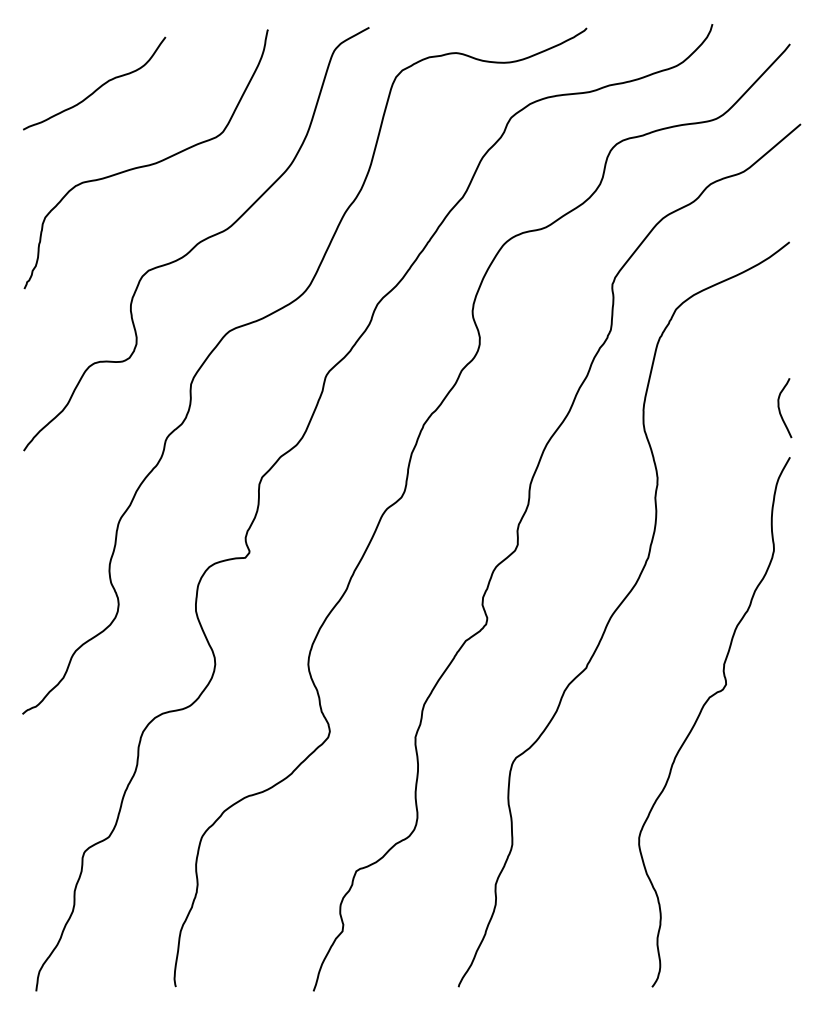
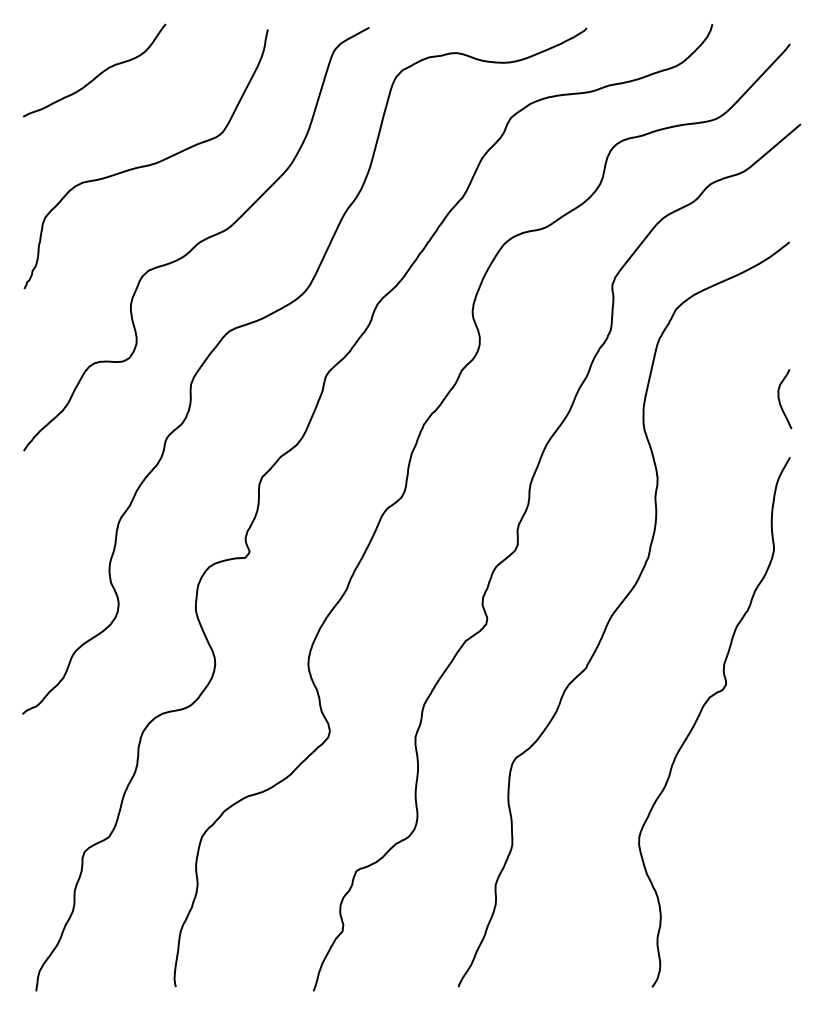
curve at (96, 88) position: (96, 88) -> (96, 75)
curve at (780, 409) position: (780, 409) -> (780, 400)
